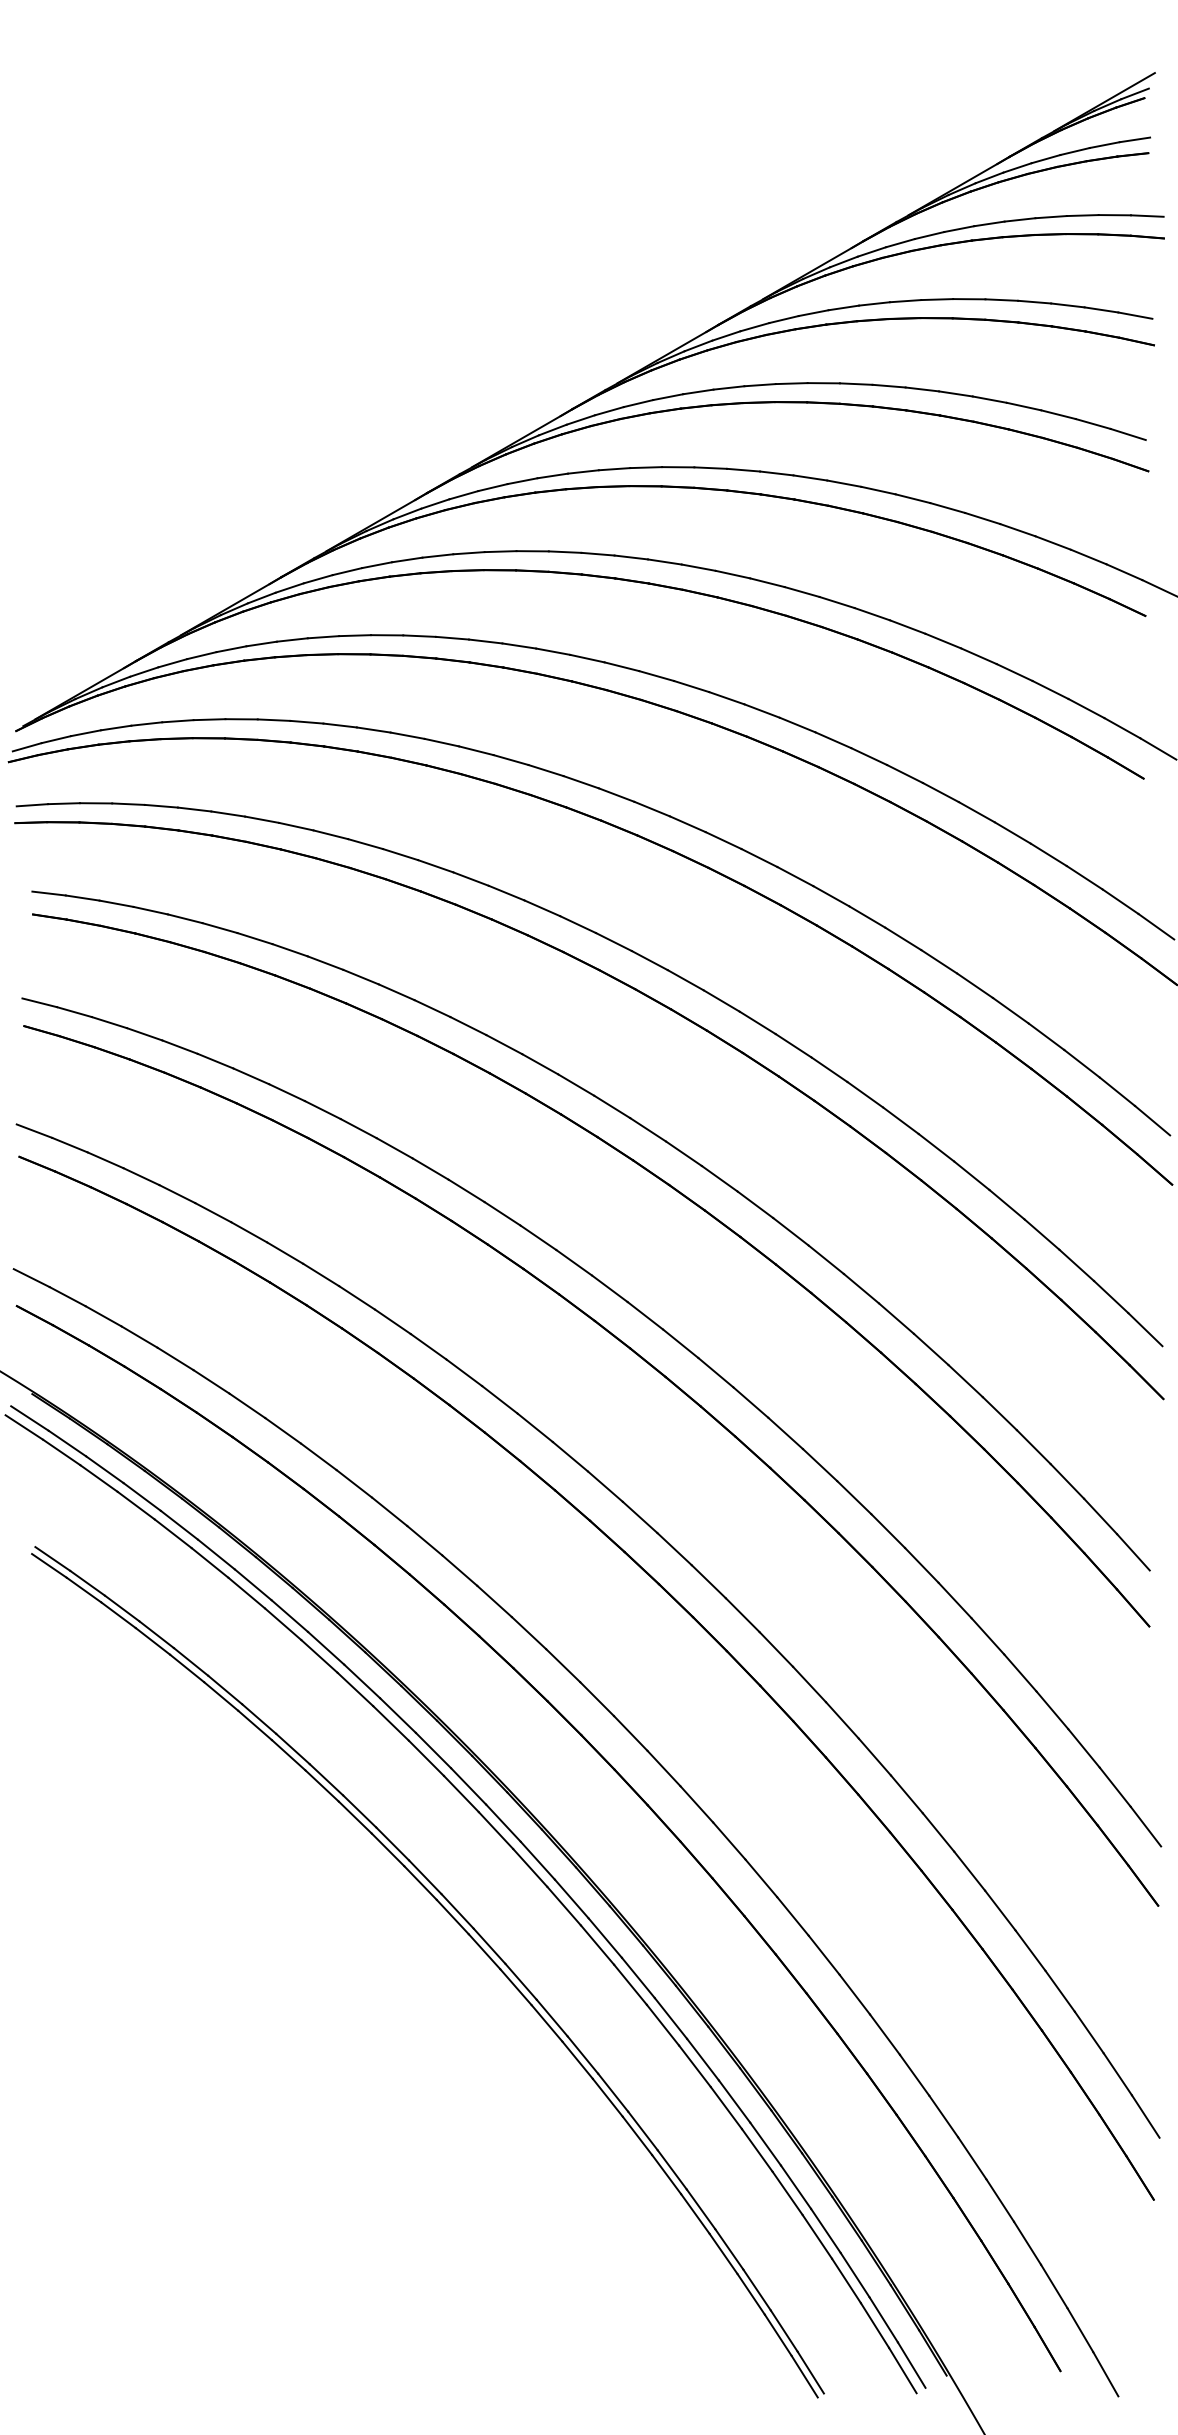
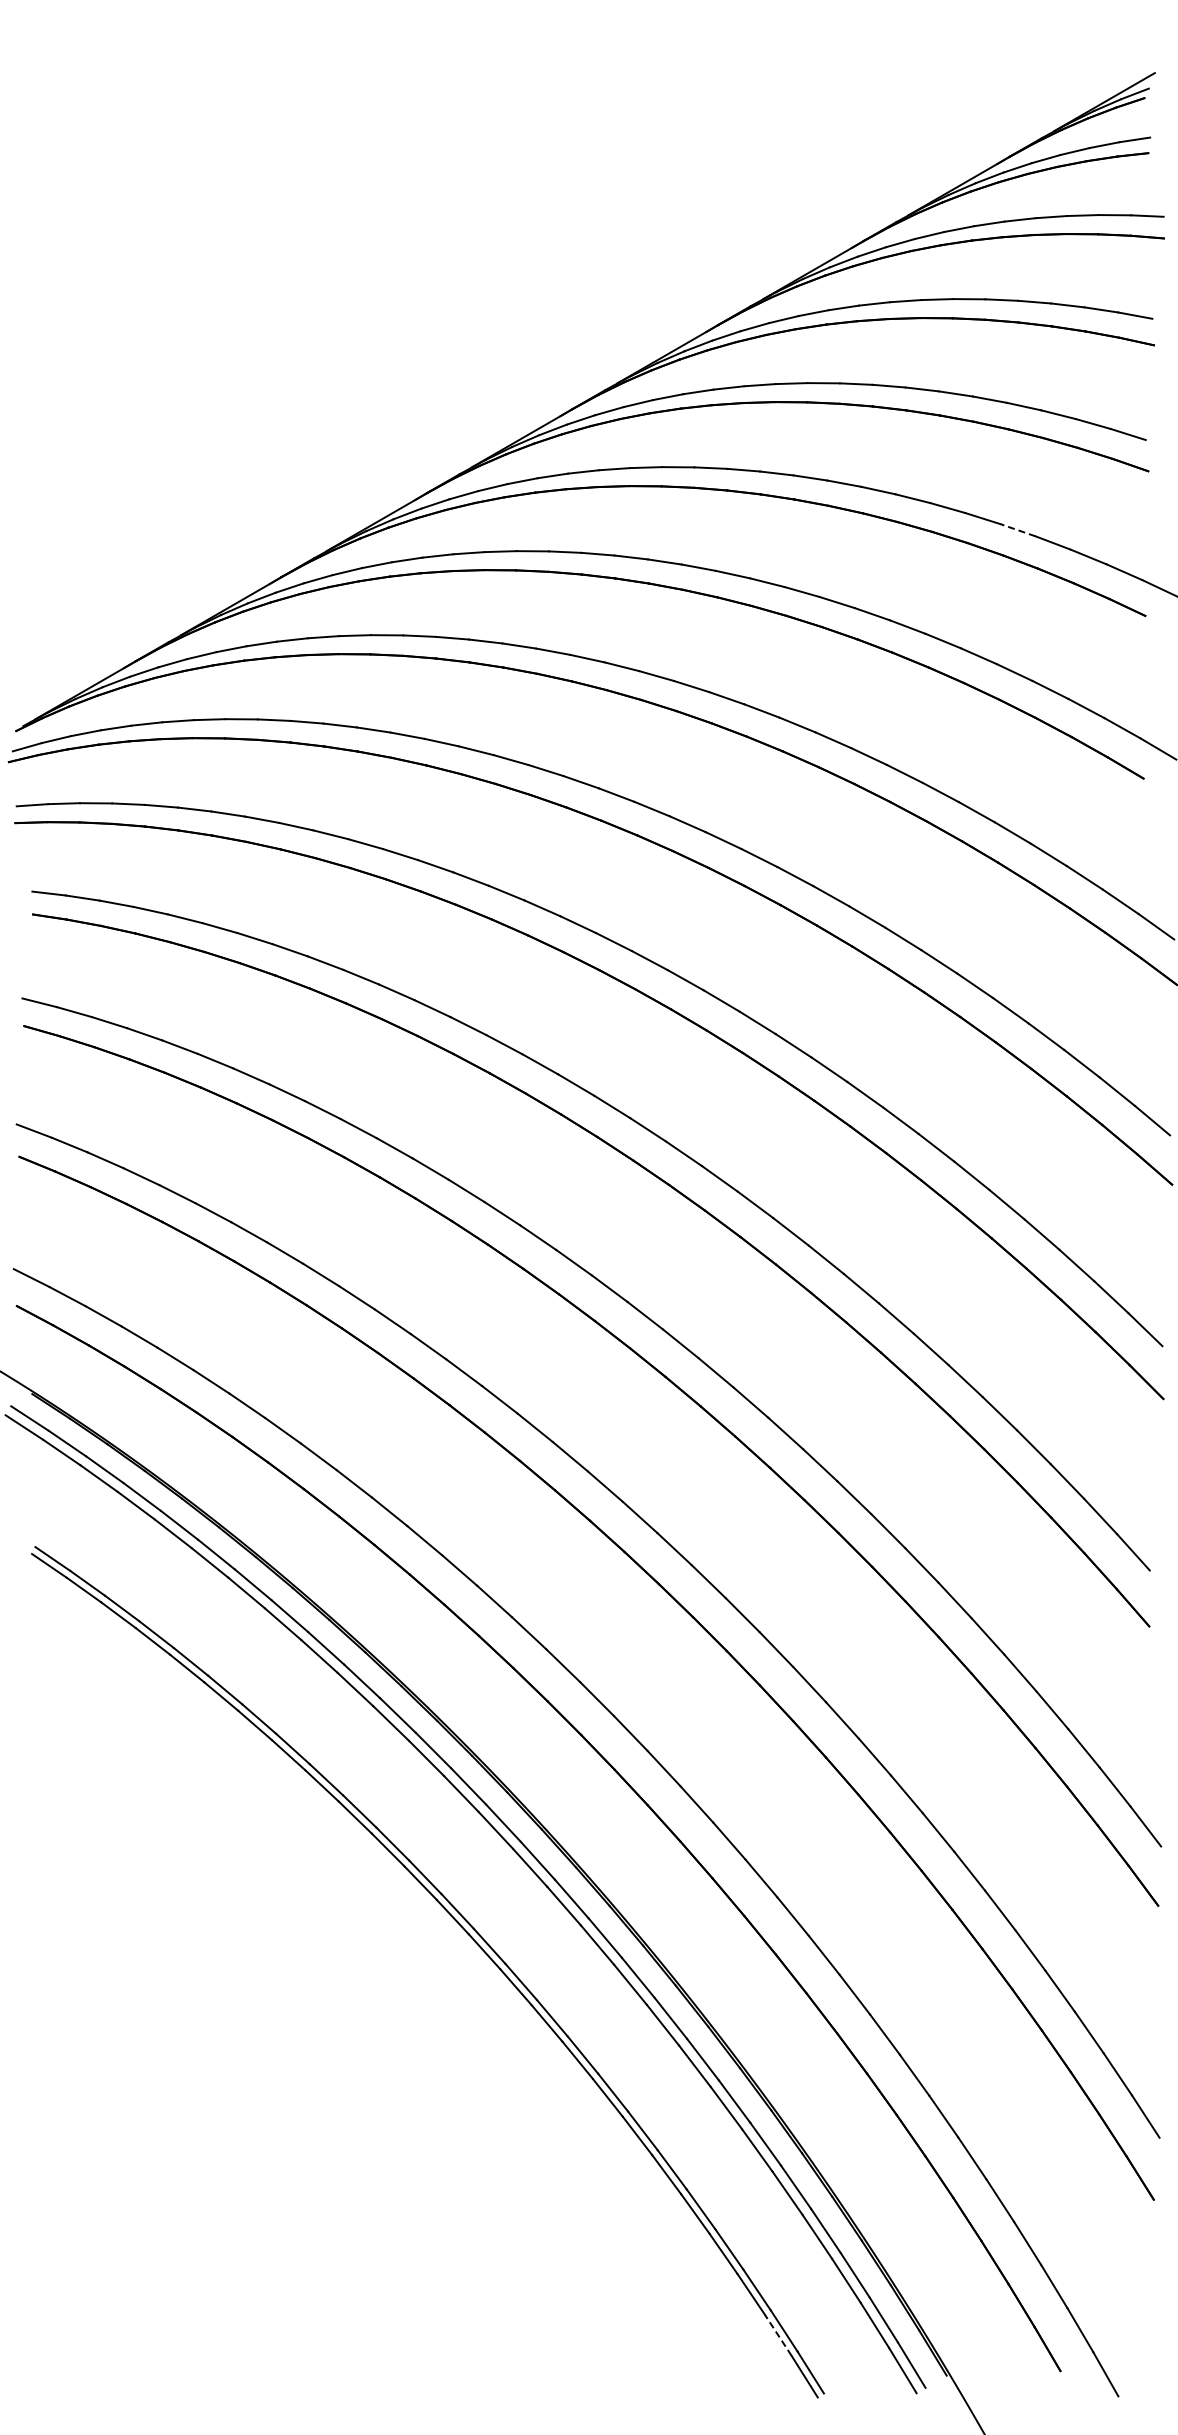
line at (1017, 530): solid -> dashed
line at (778, 2335): solid -> dashed
